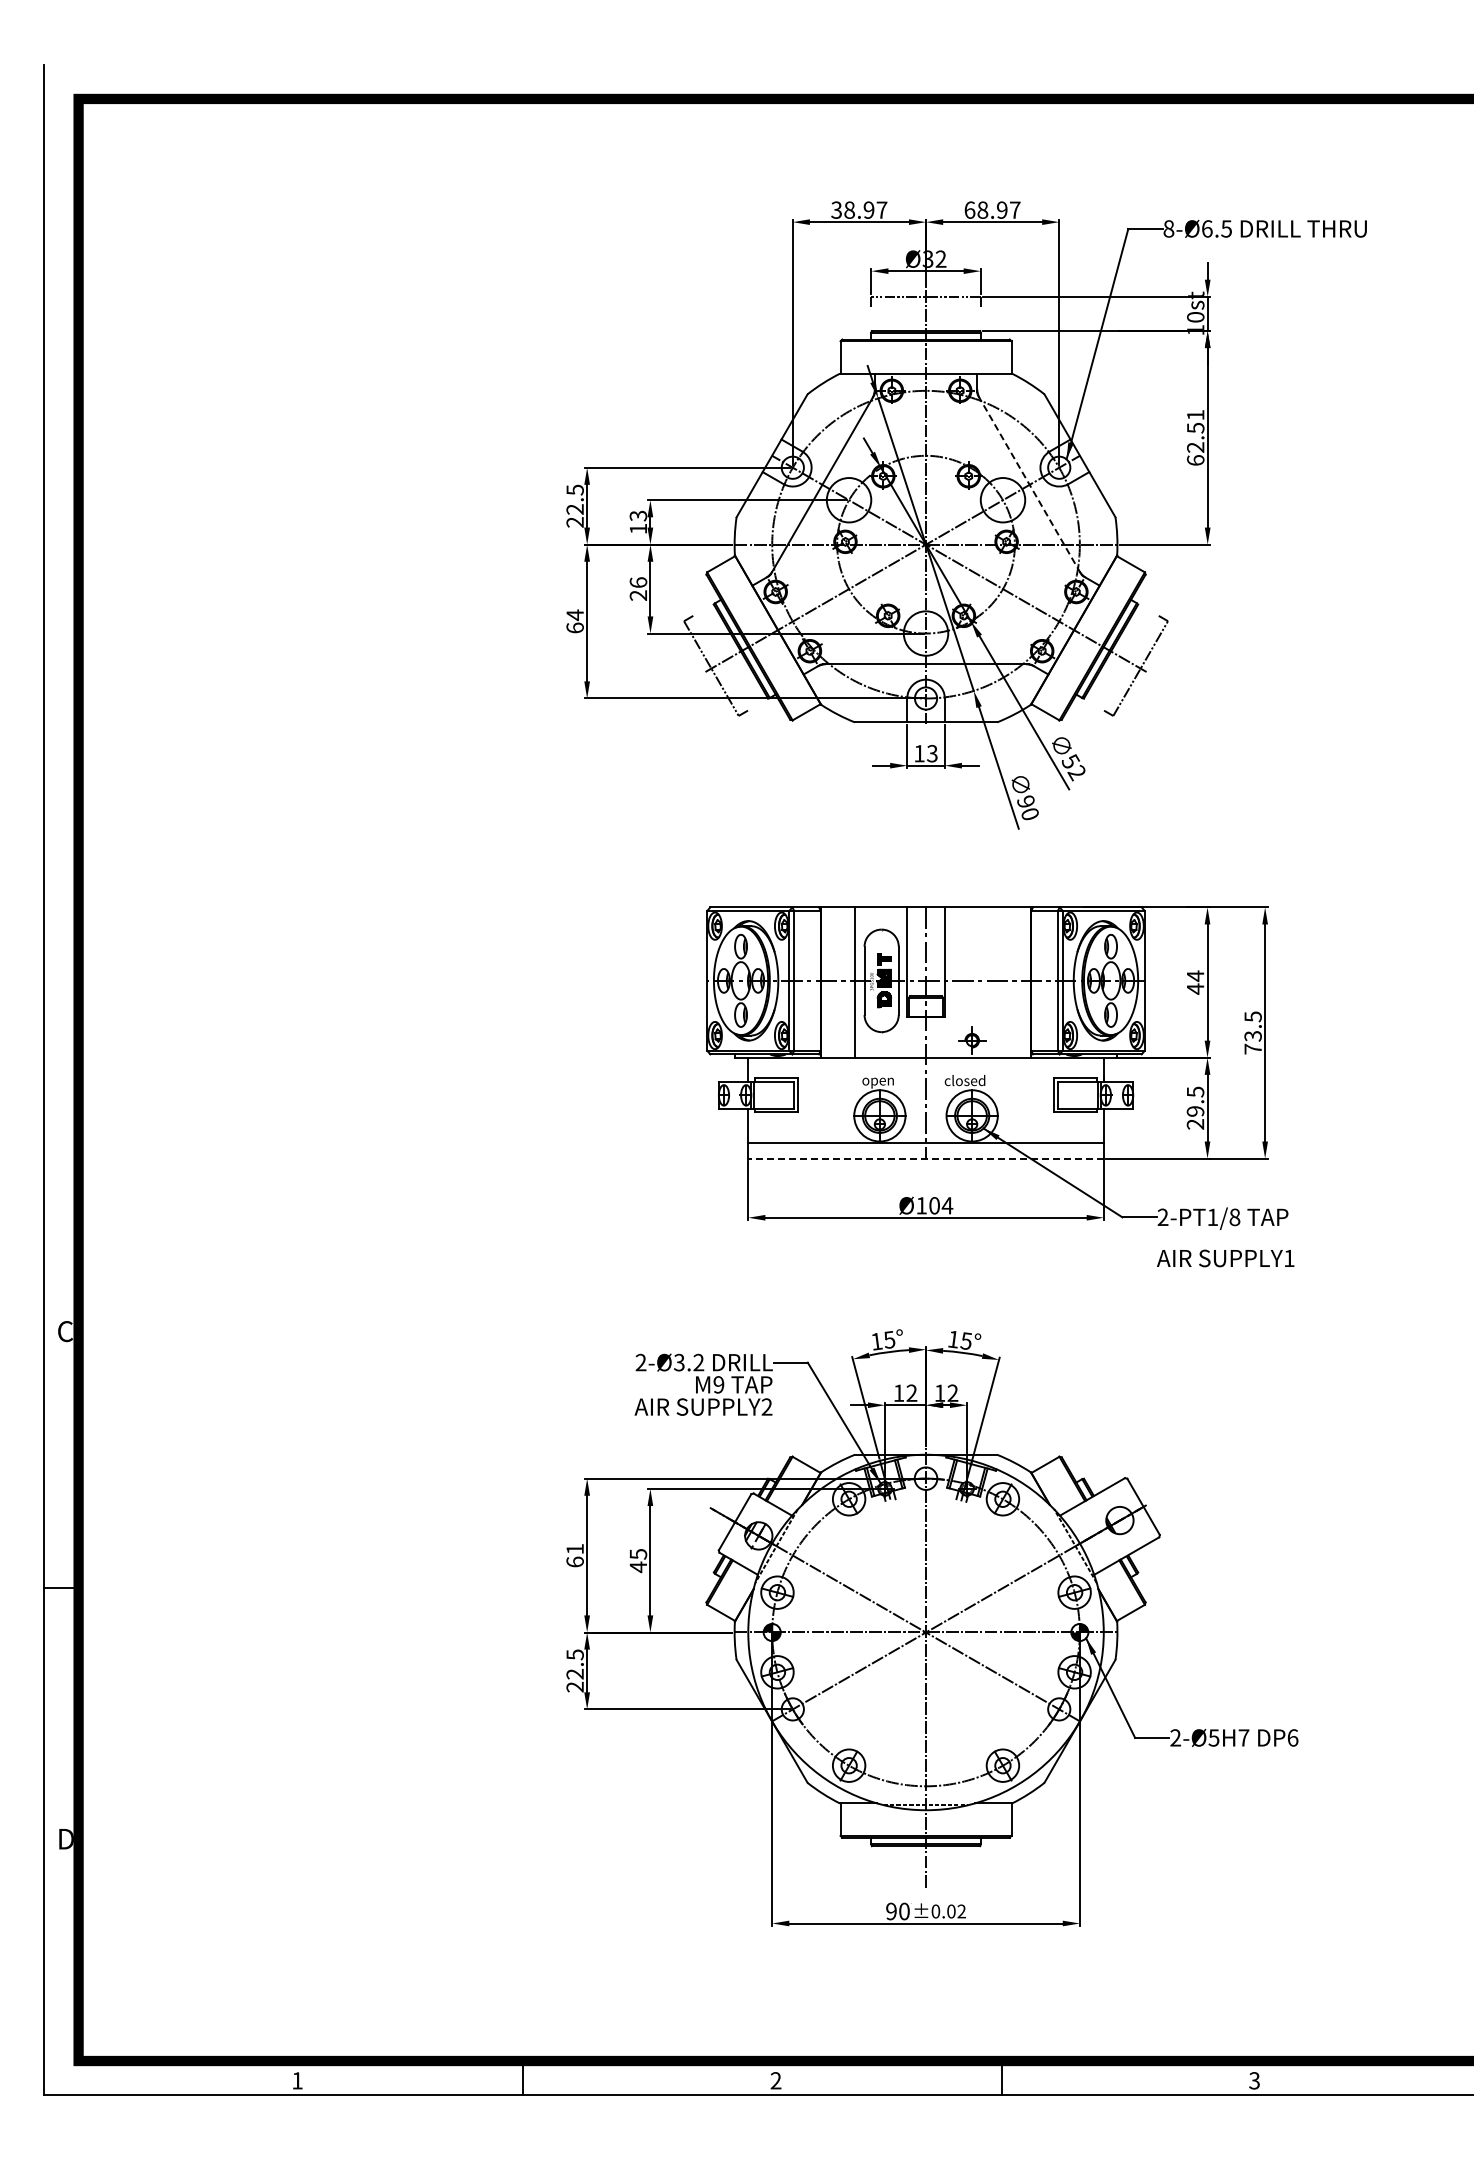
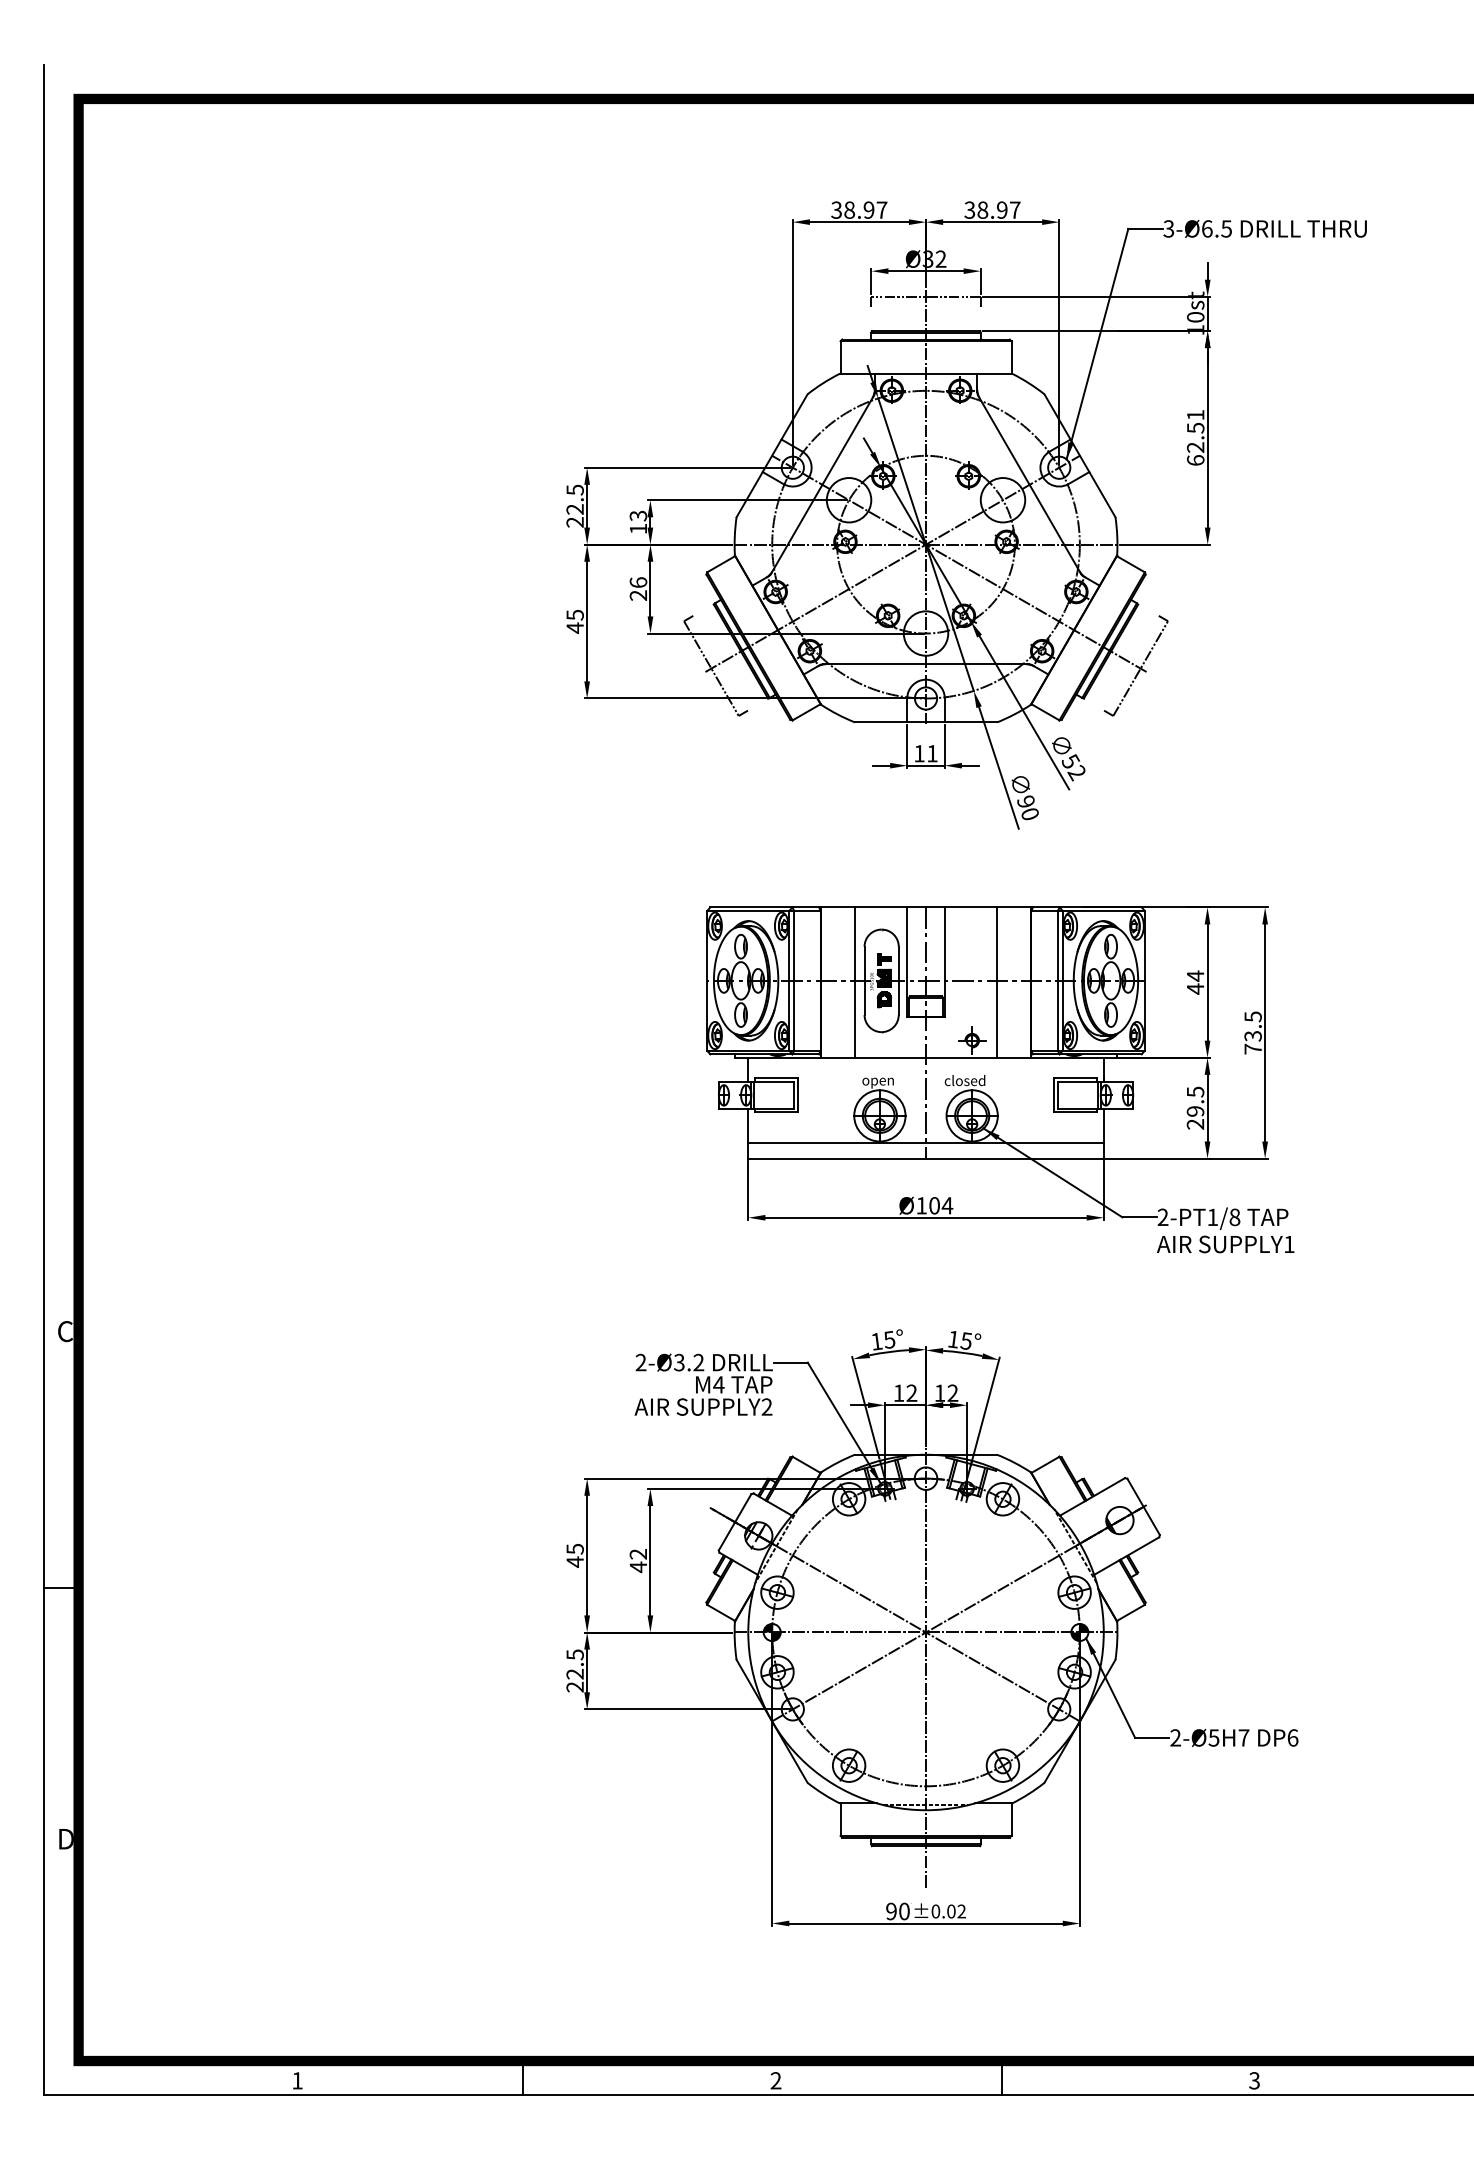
text at (969, 209): 68.97 -> 38.97
text at (1168, 228): 8-Ø6.5 -> 3-Ø6.5
line at (1029, 484): dashed -> solid
text at (574, 621): 64 -> 45
text at (932, 753): 13 -> 11
line at (997, 982): none -> present
line at (926, 1158): dashed -> solid
text at (1225, 1258) position: (1225, 1258) -> (1225, 1244)
text at (718, 1384): M9 -> M4
text at (638, 1554): 45 -> 42
text at (574, 1555): 61 -> 45
